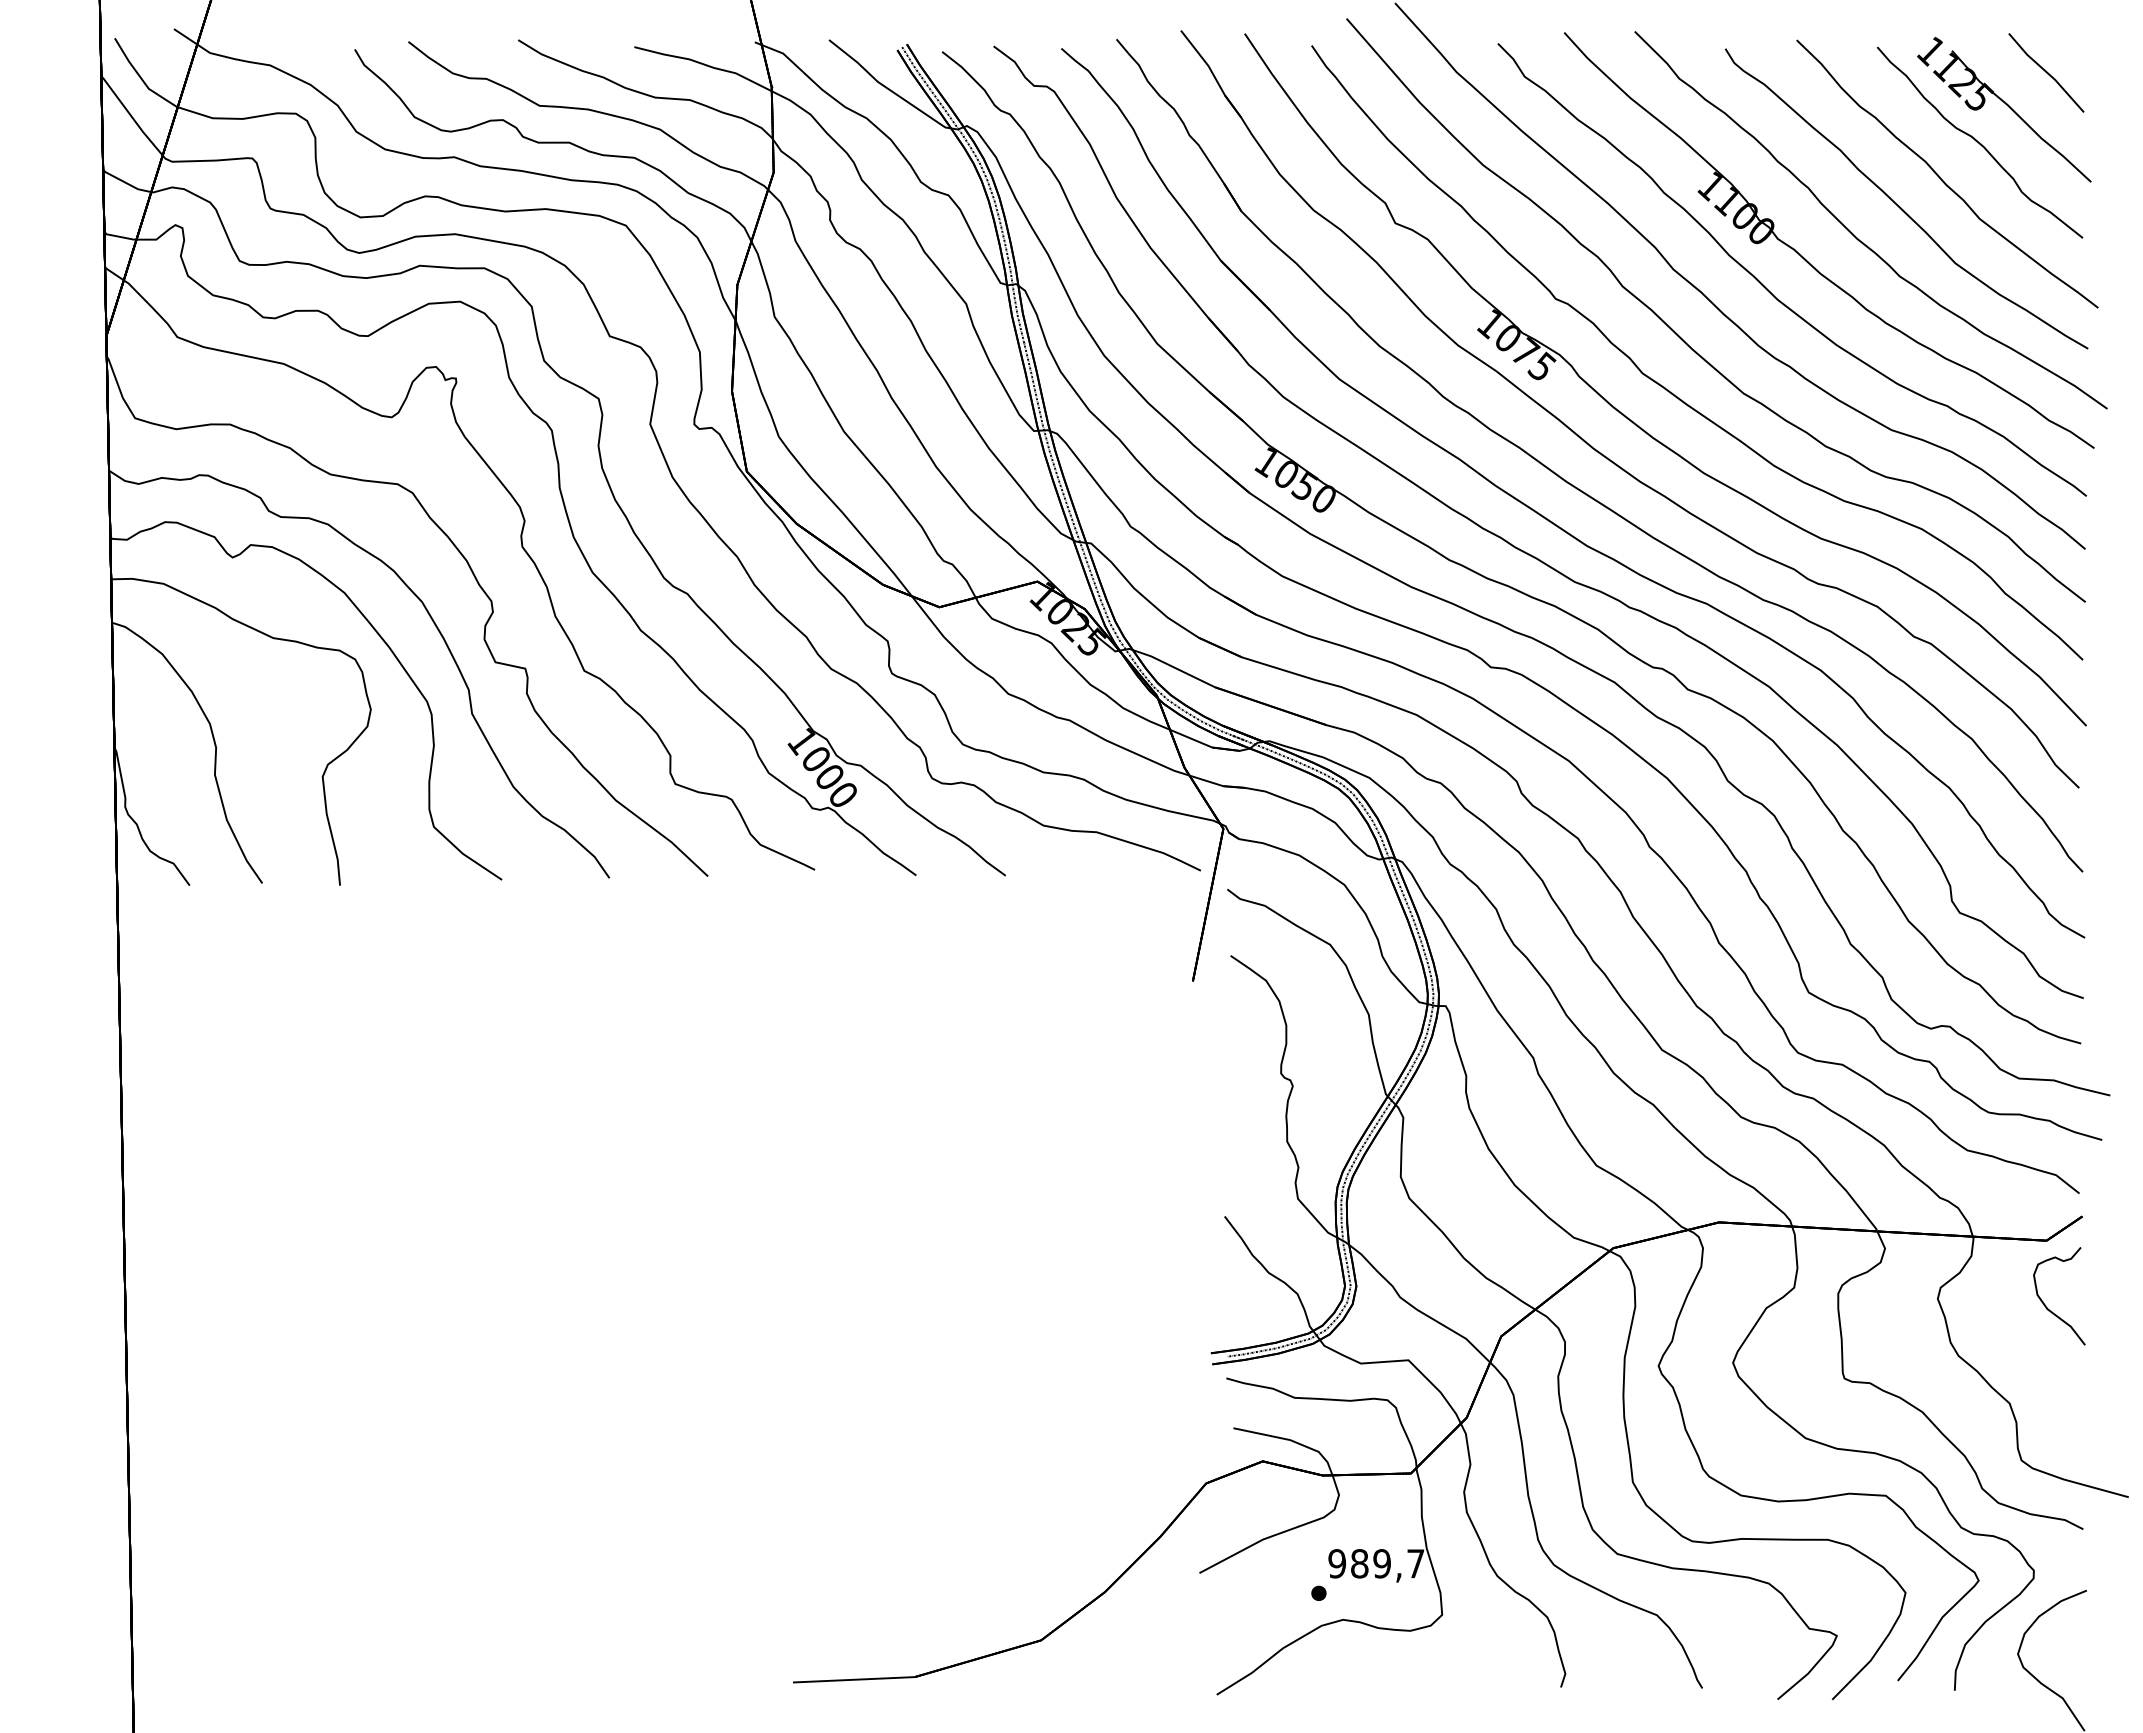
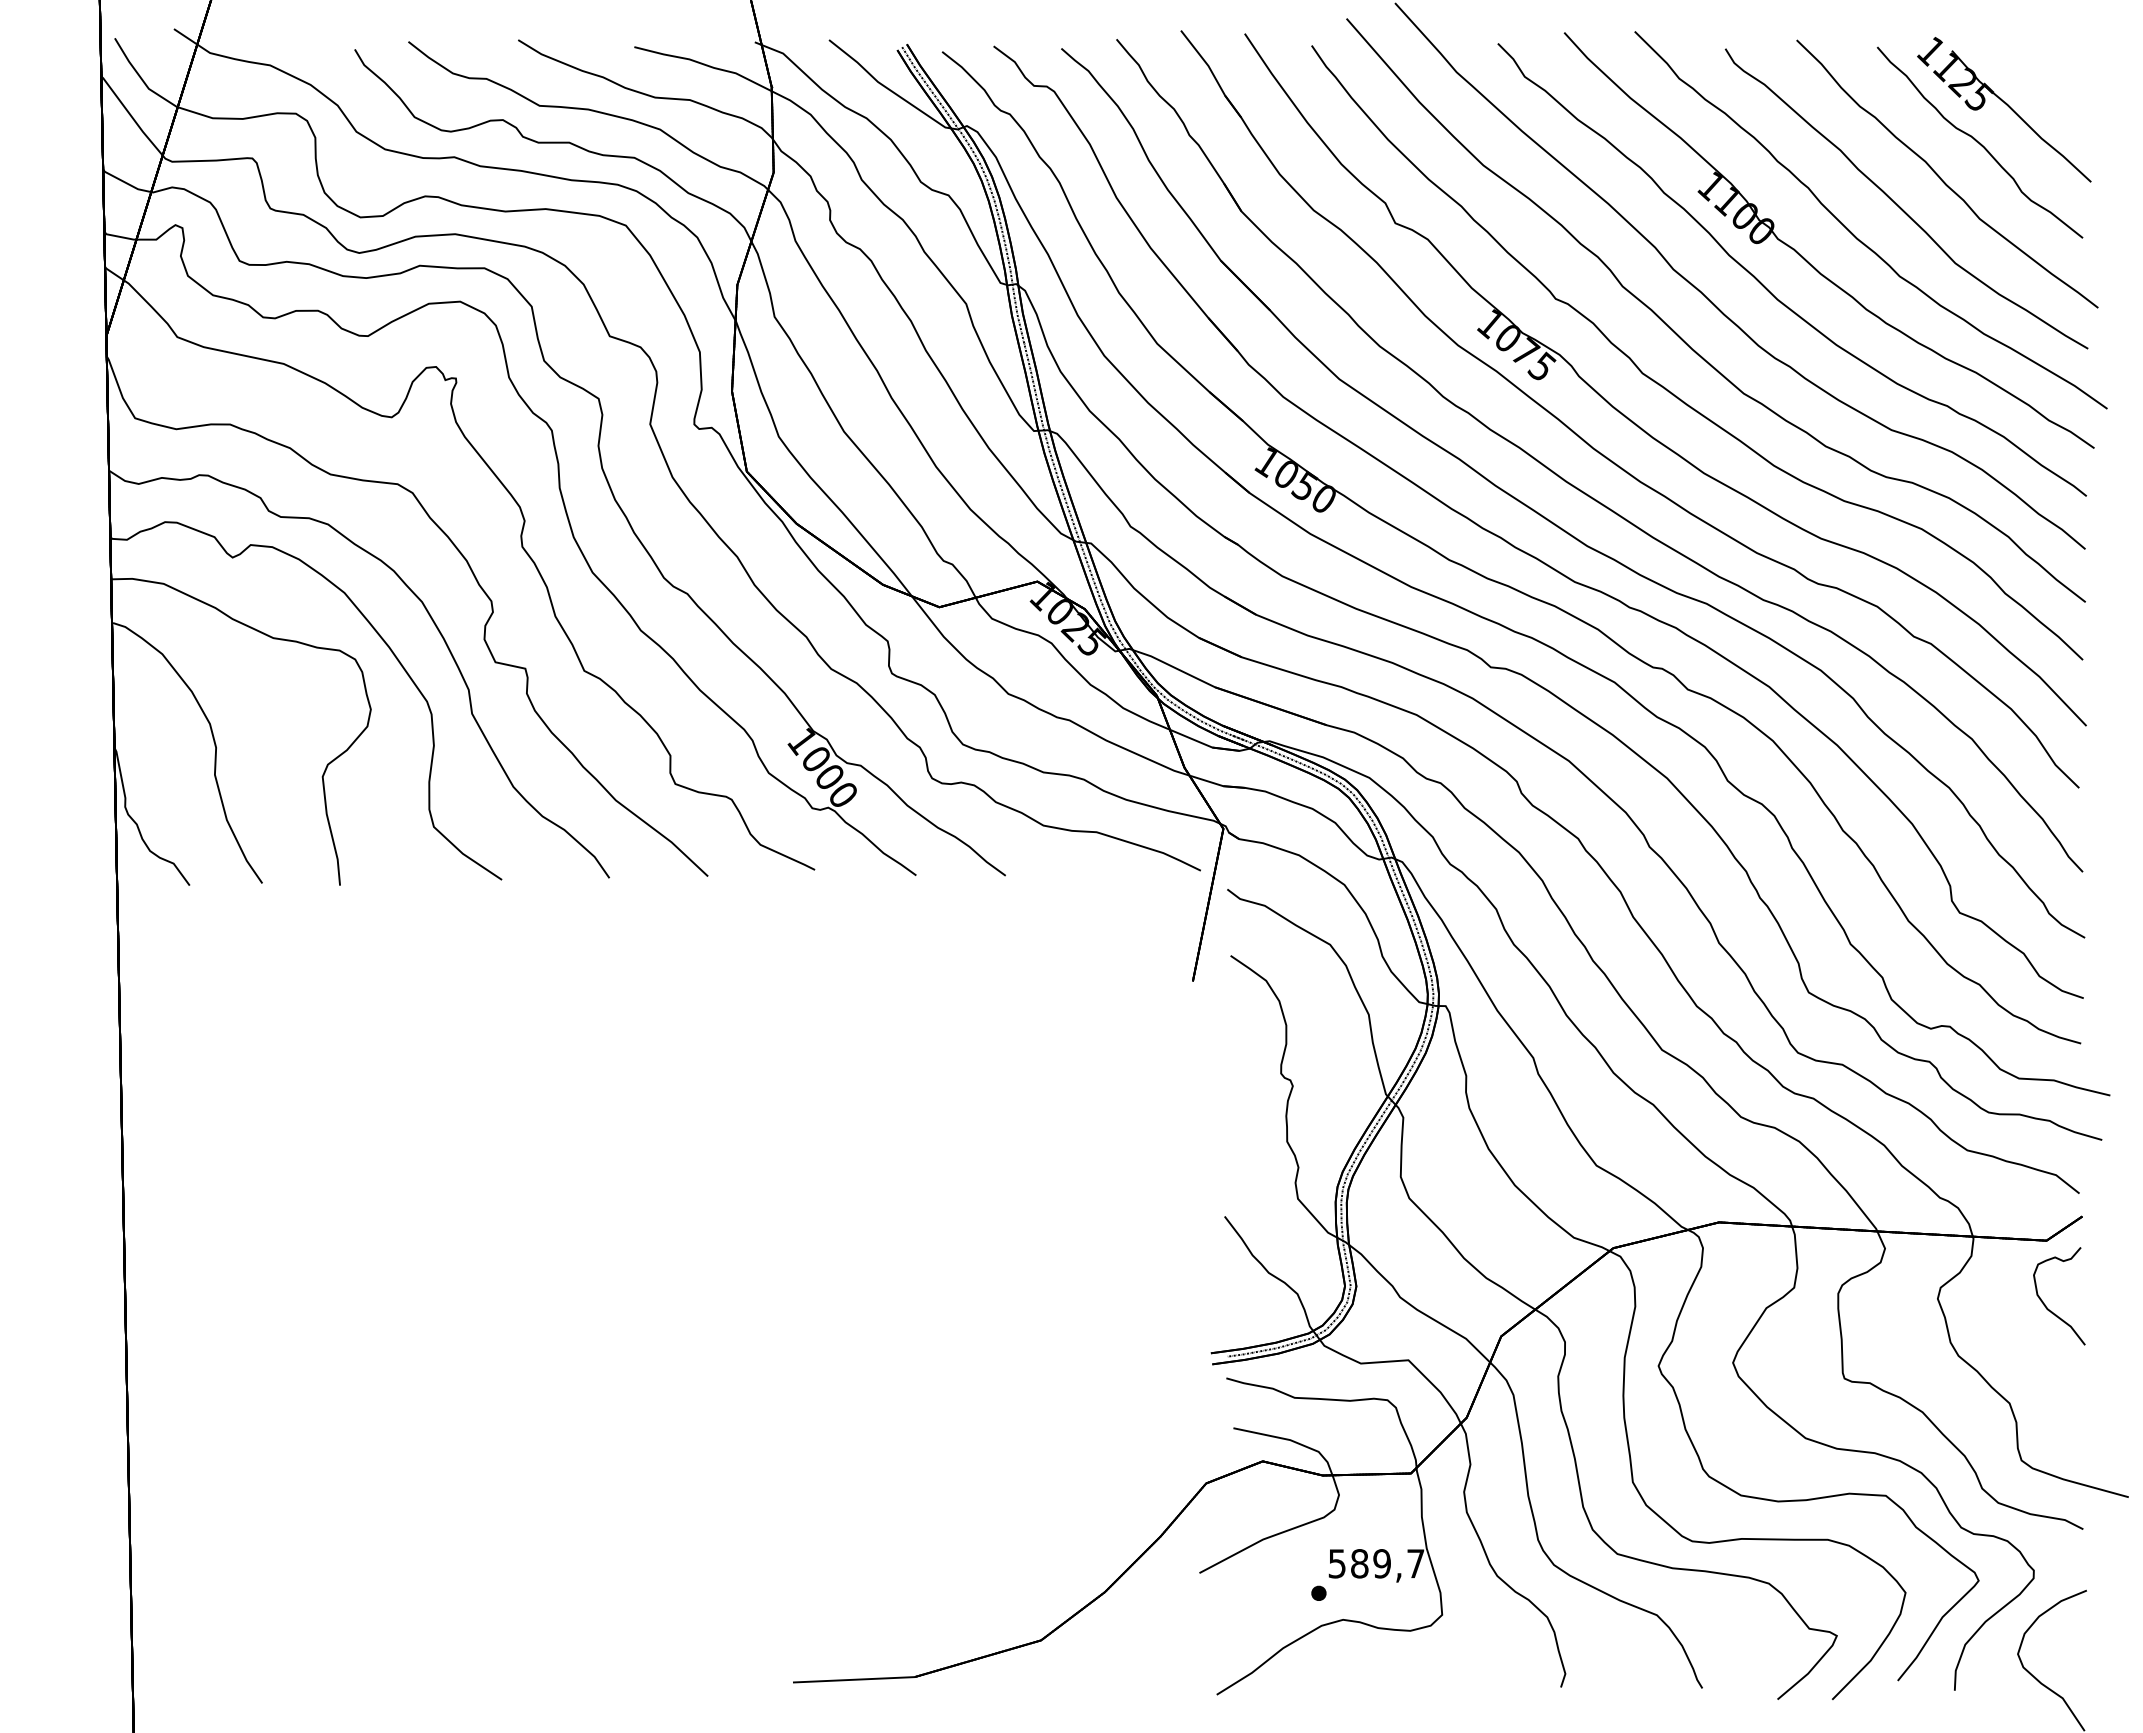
part at (2046, 72): present -> none
text at (1337, 1563): 989,7 -> 589,7
